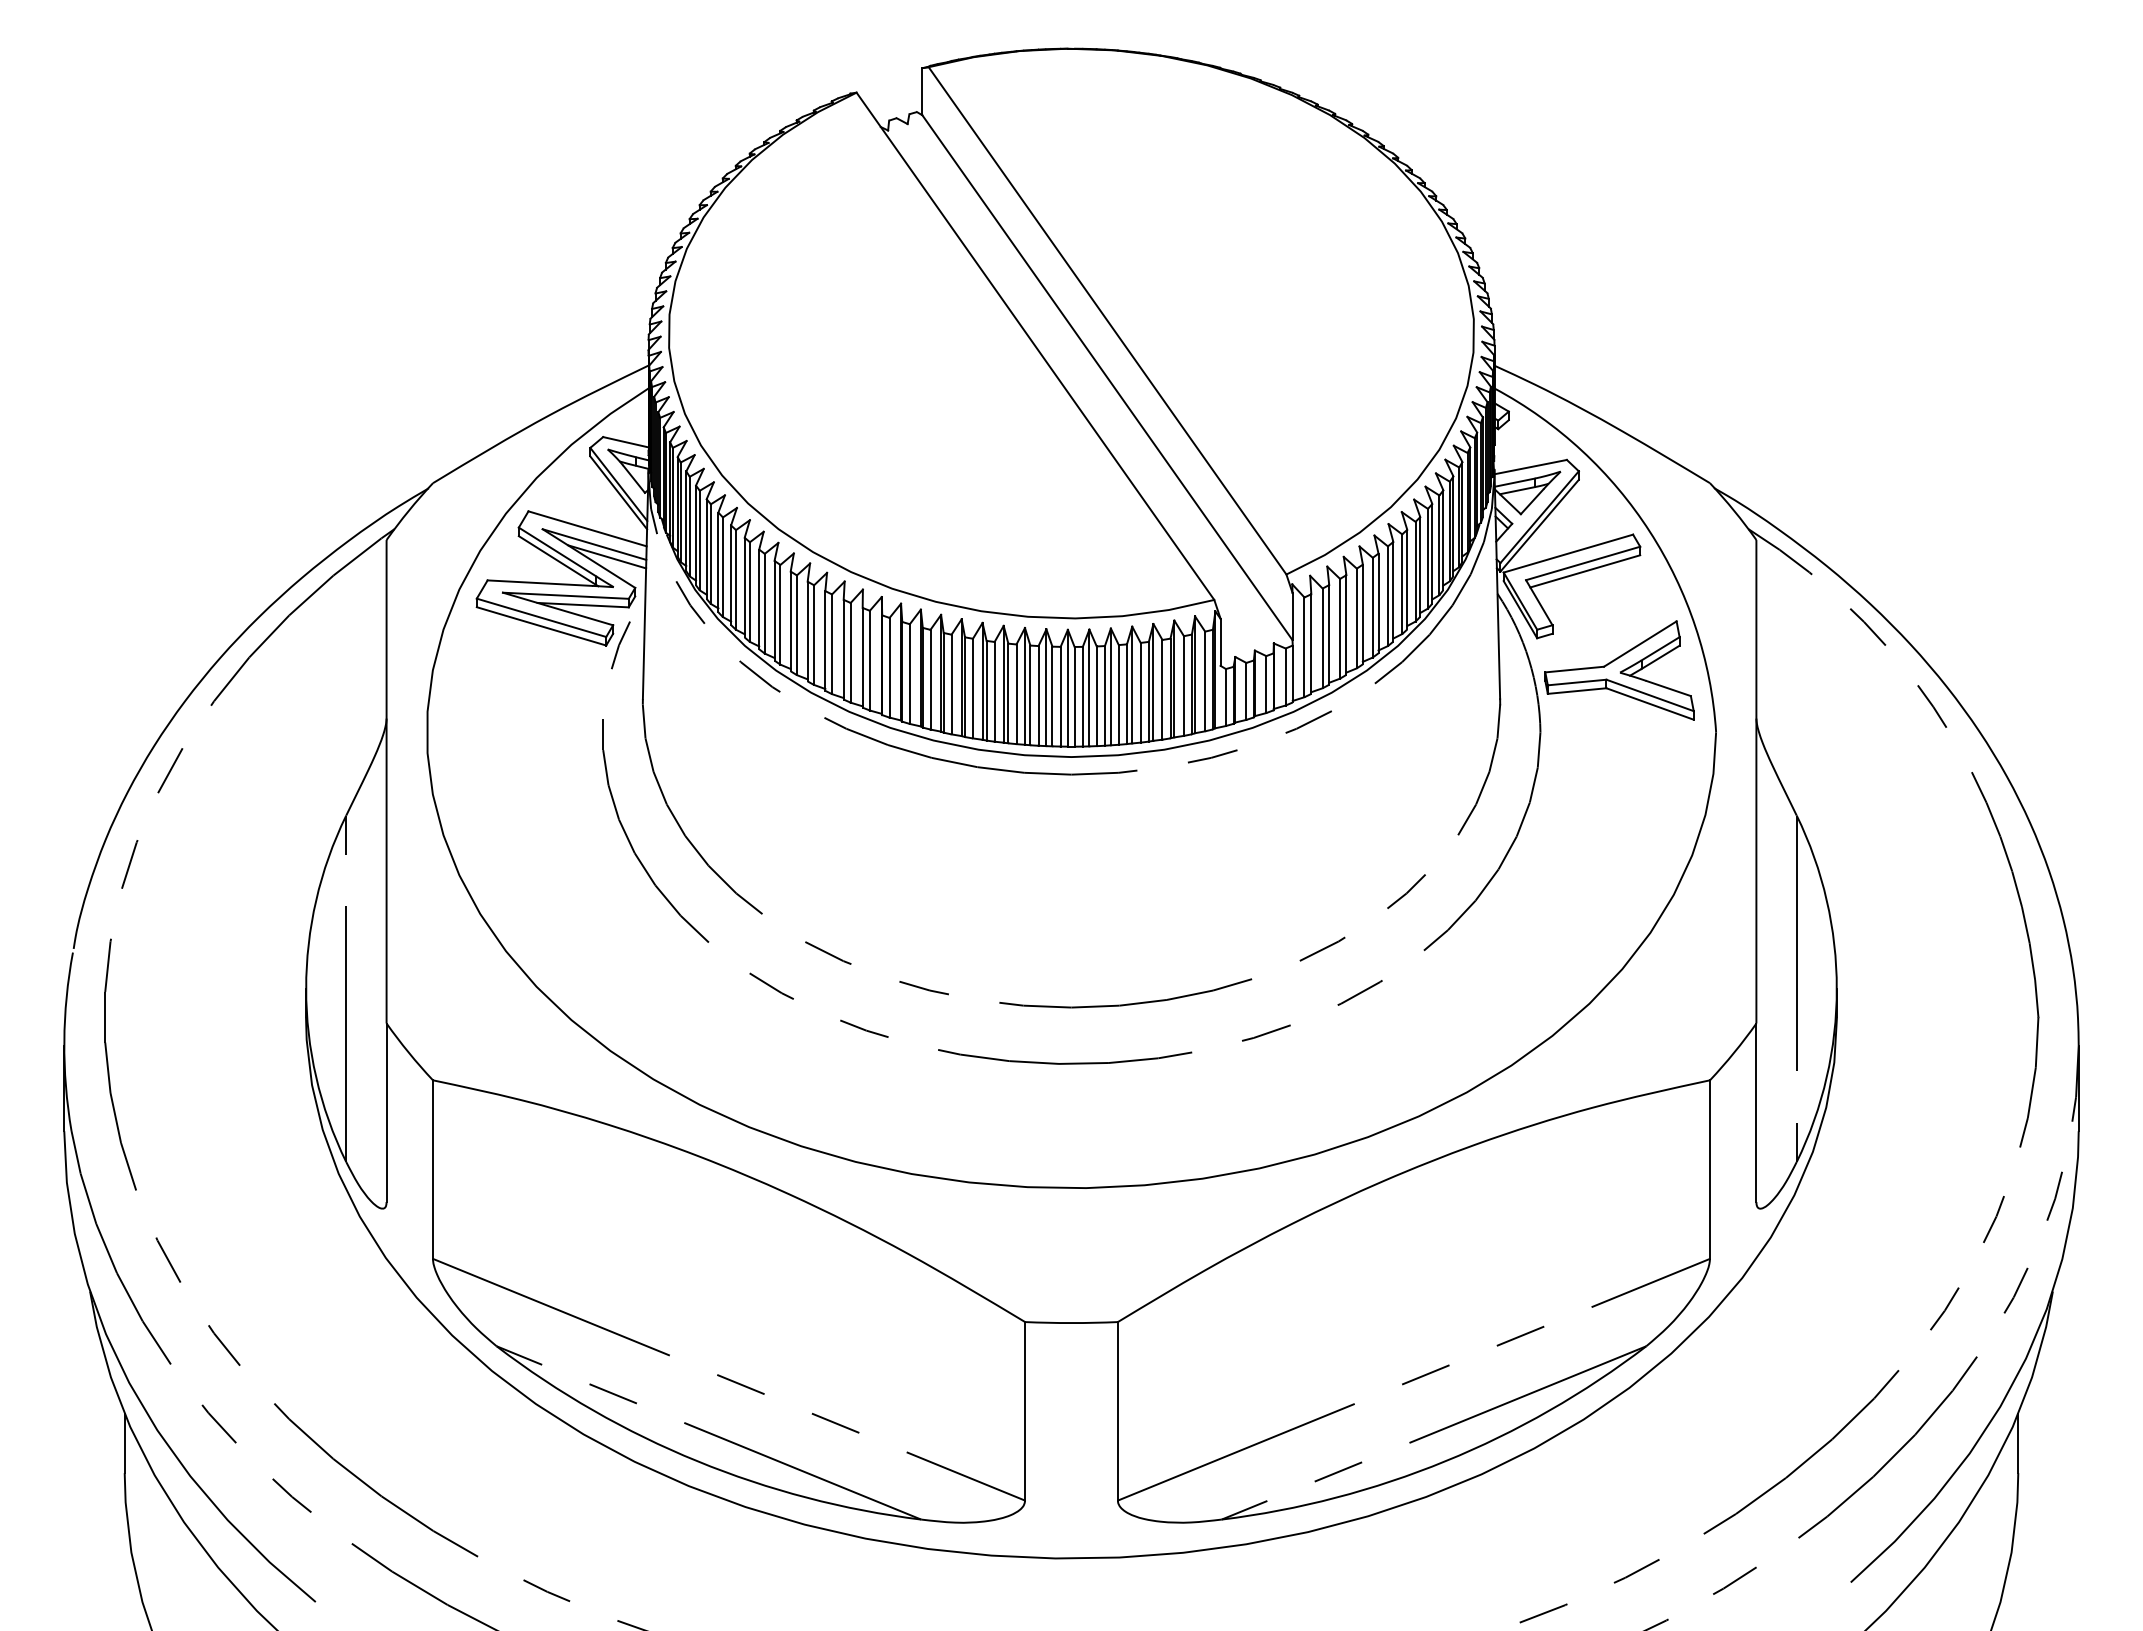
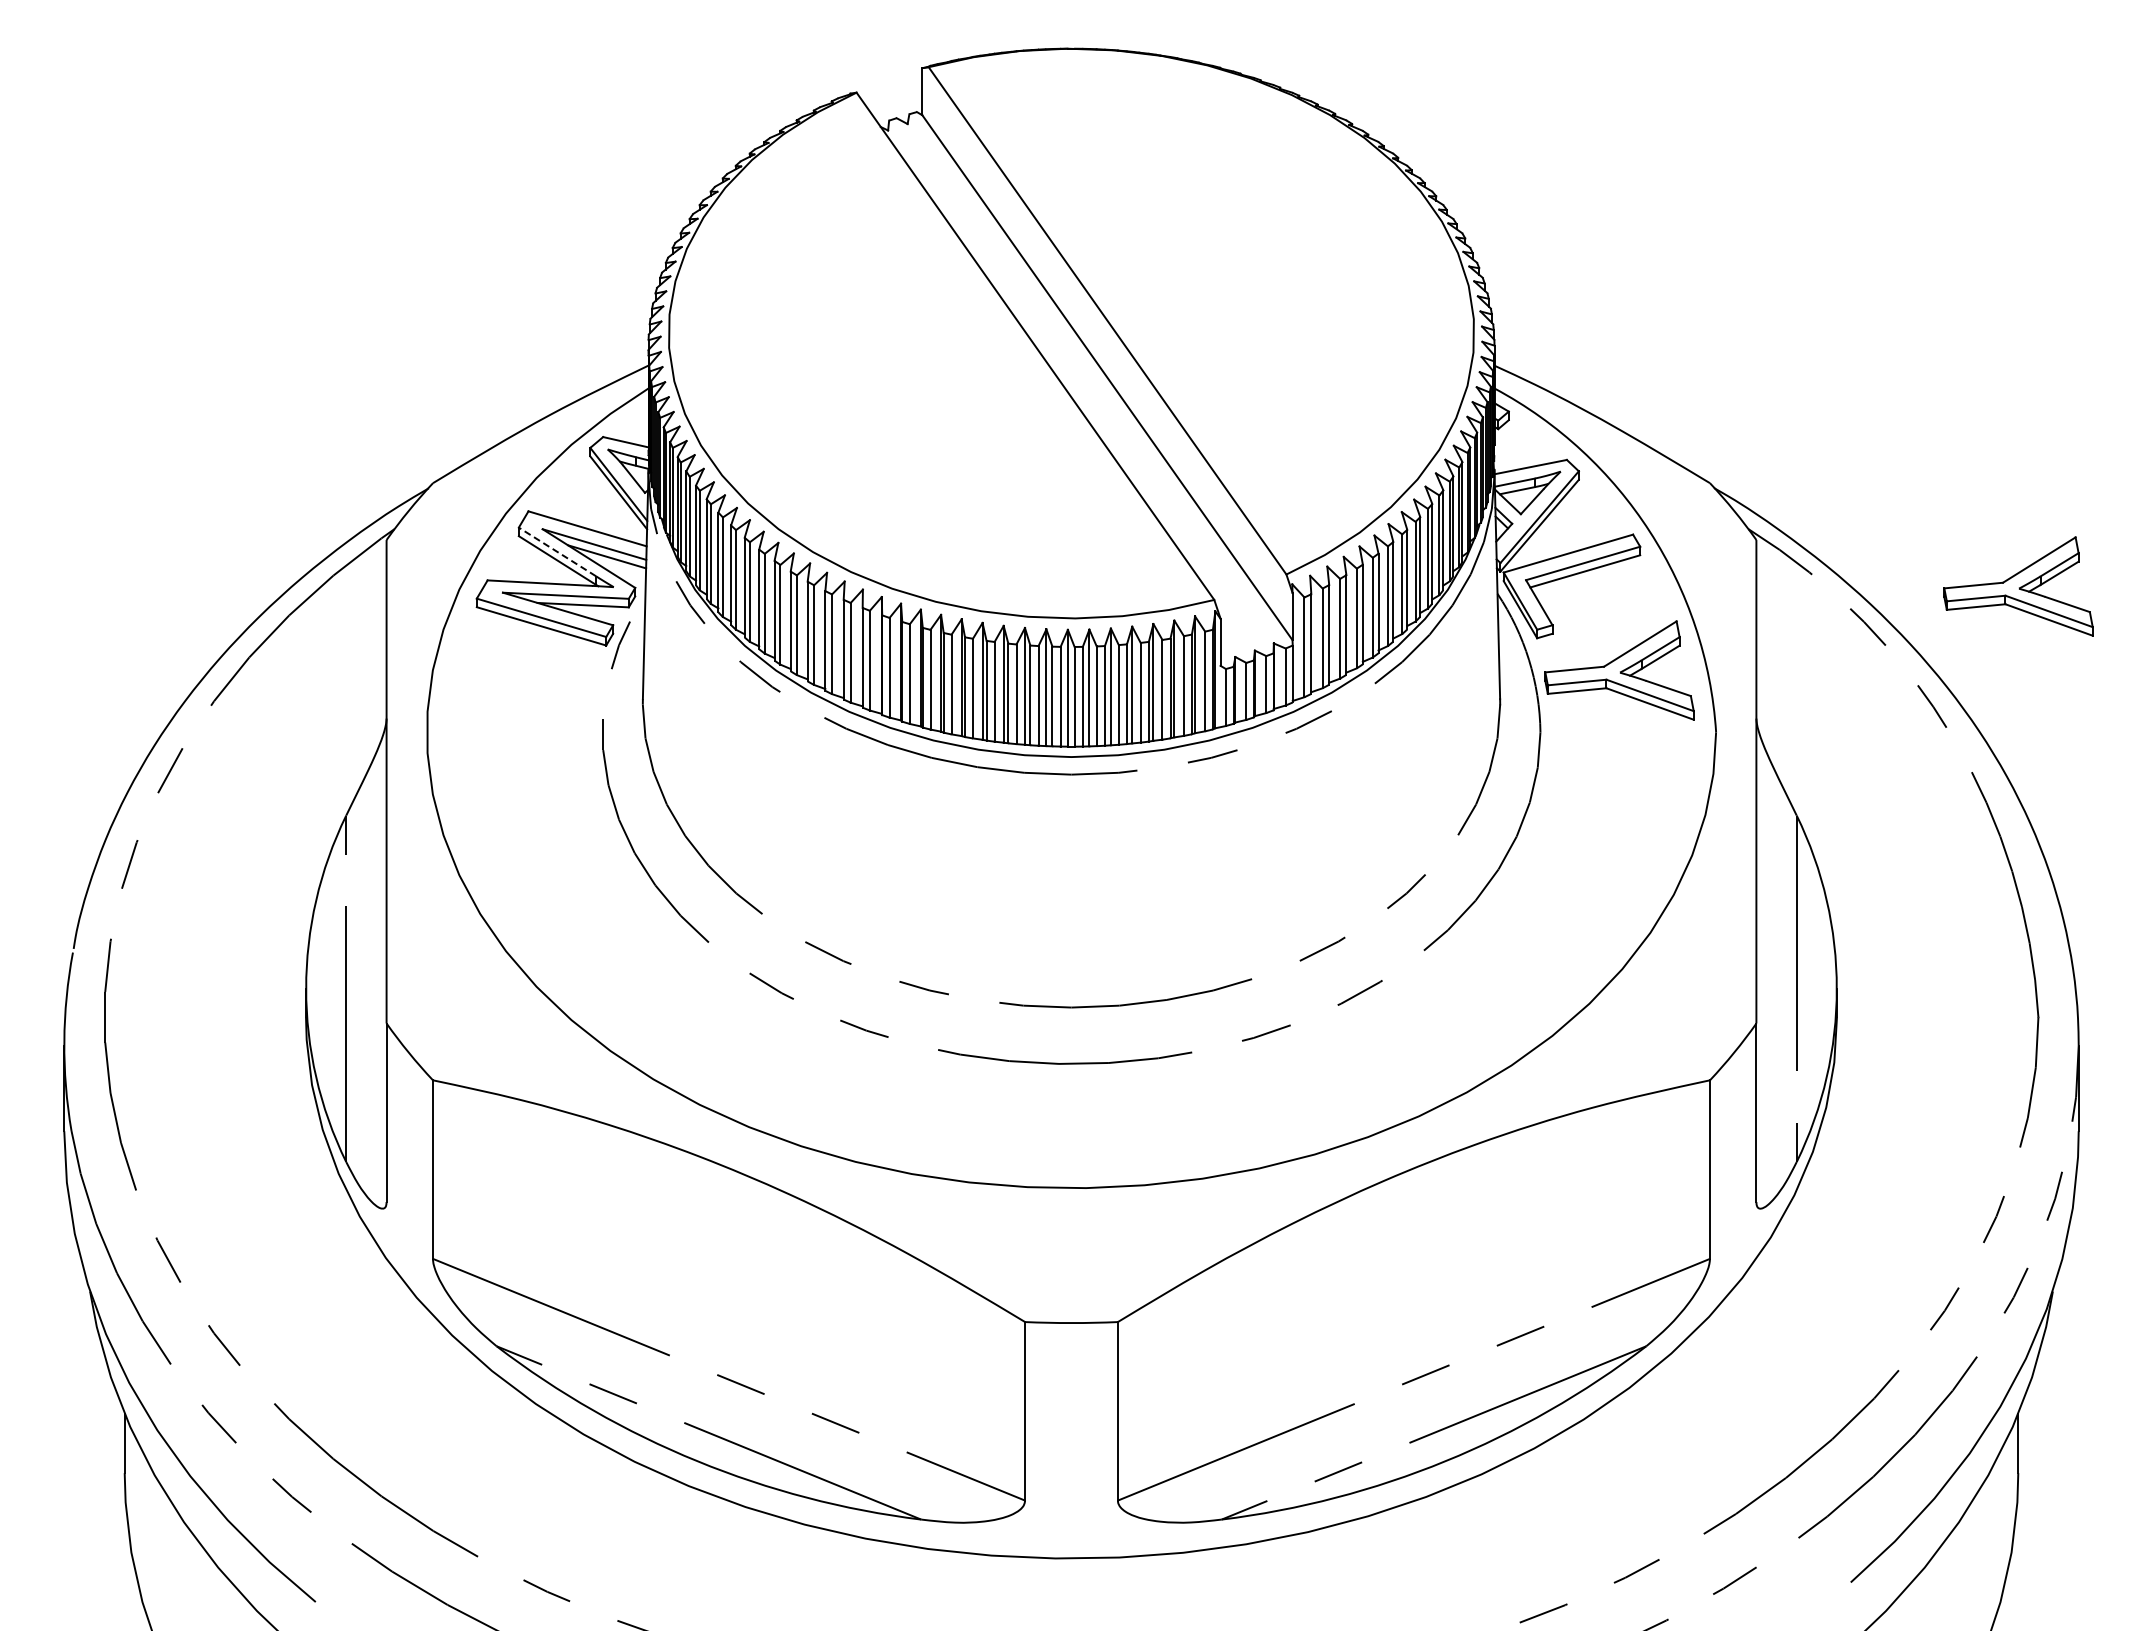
line at (557, 551): solid -> dashed
part at (2018, 586): none -> present
